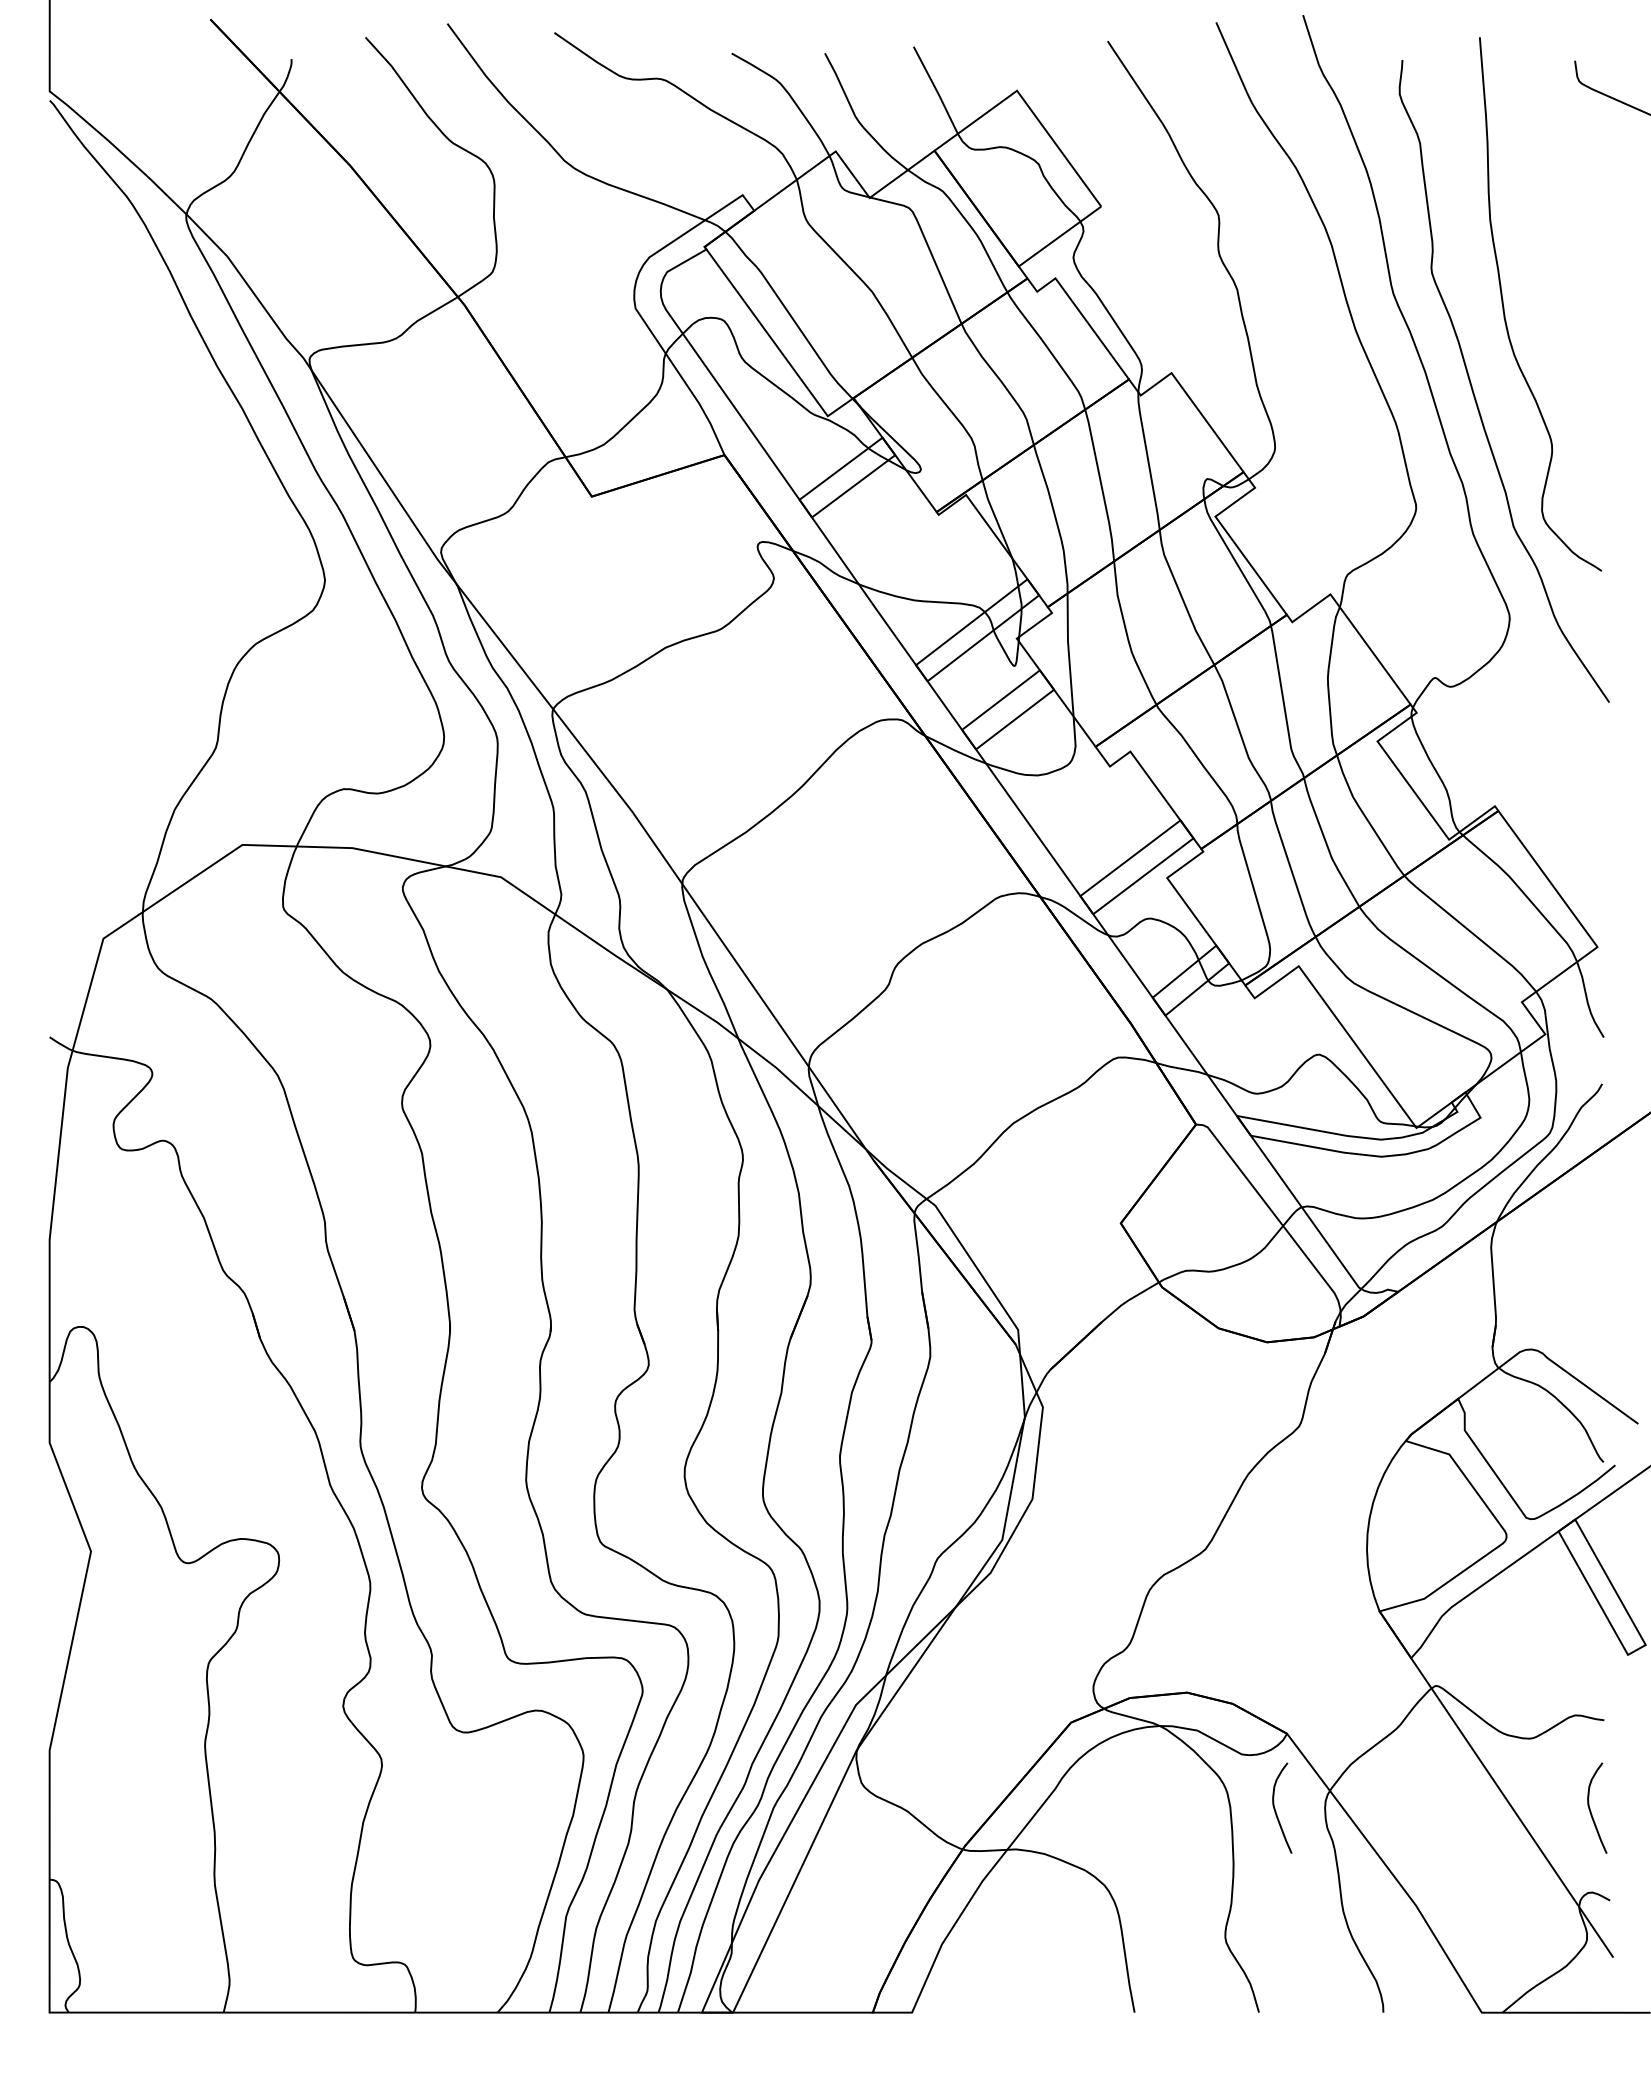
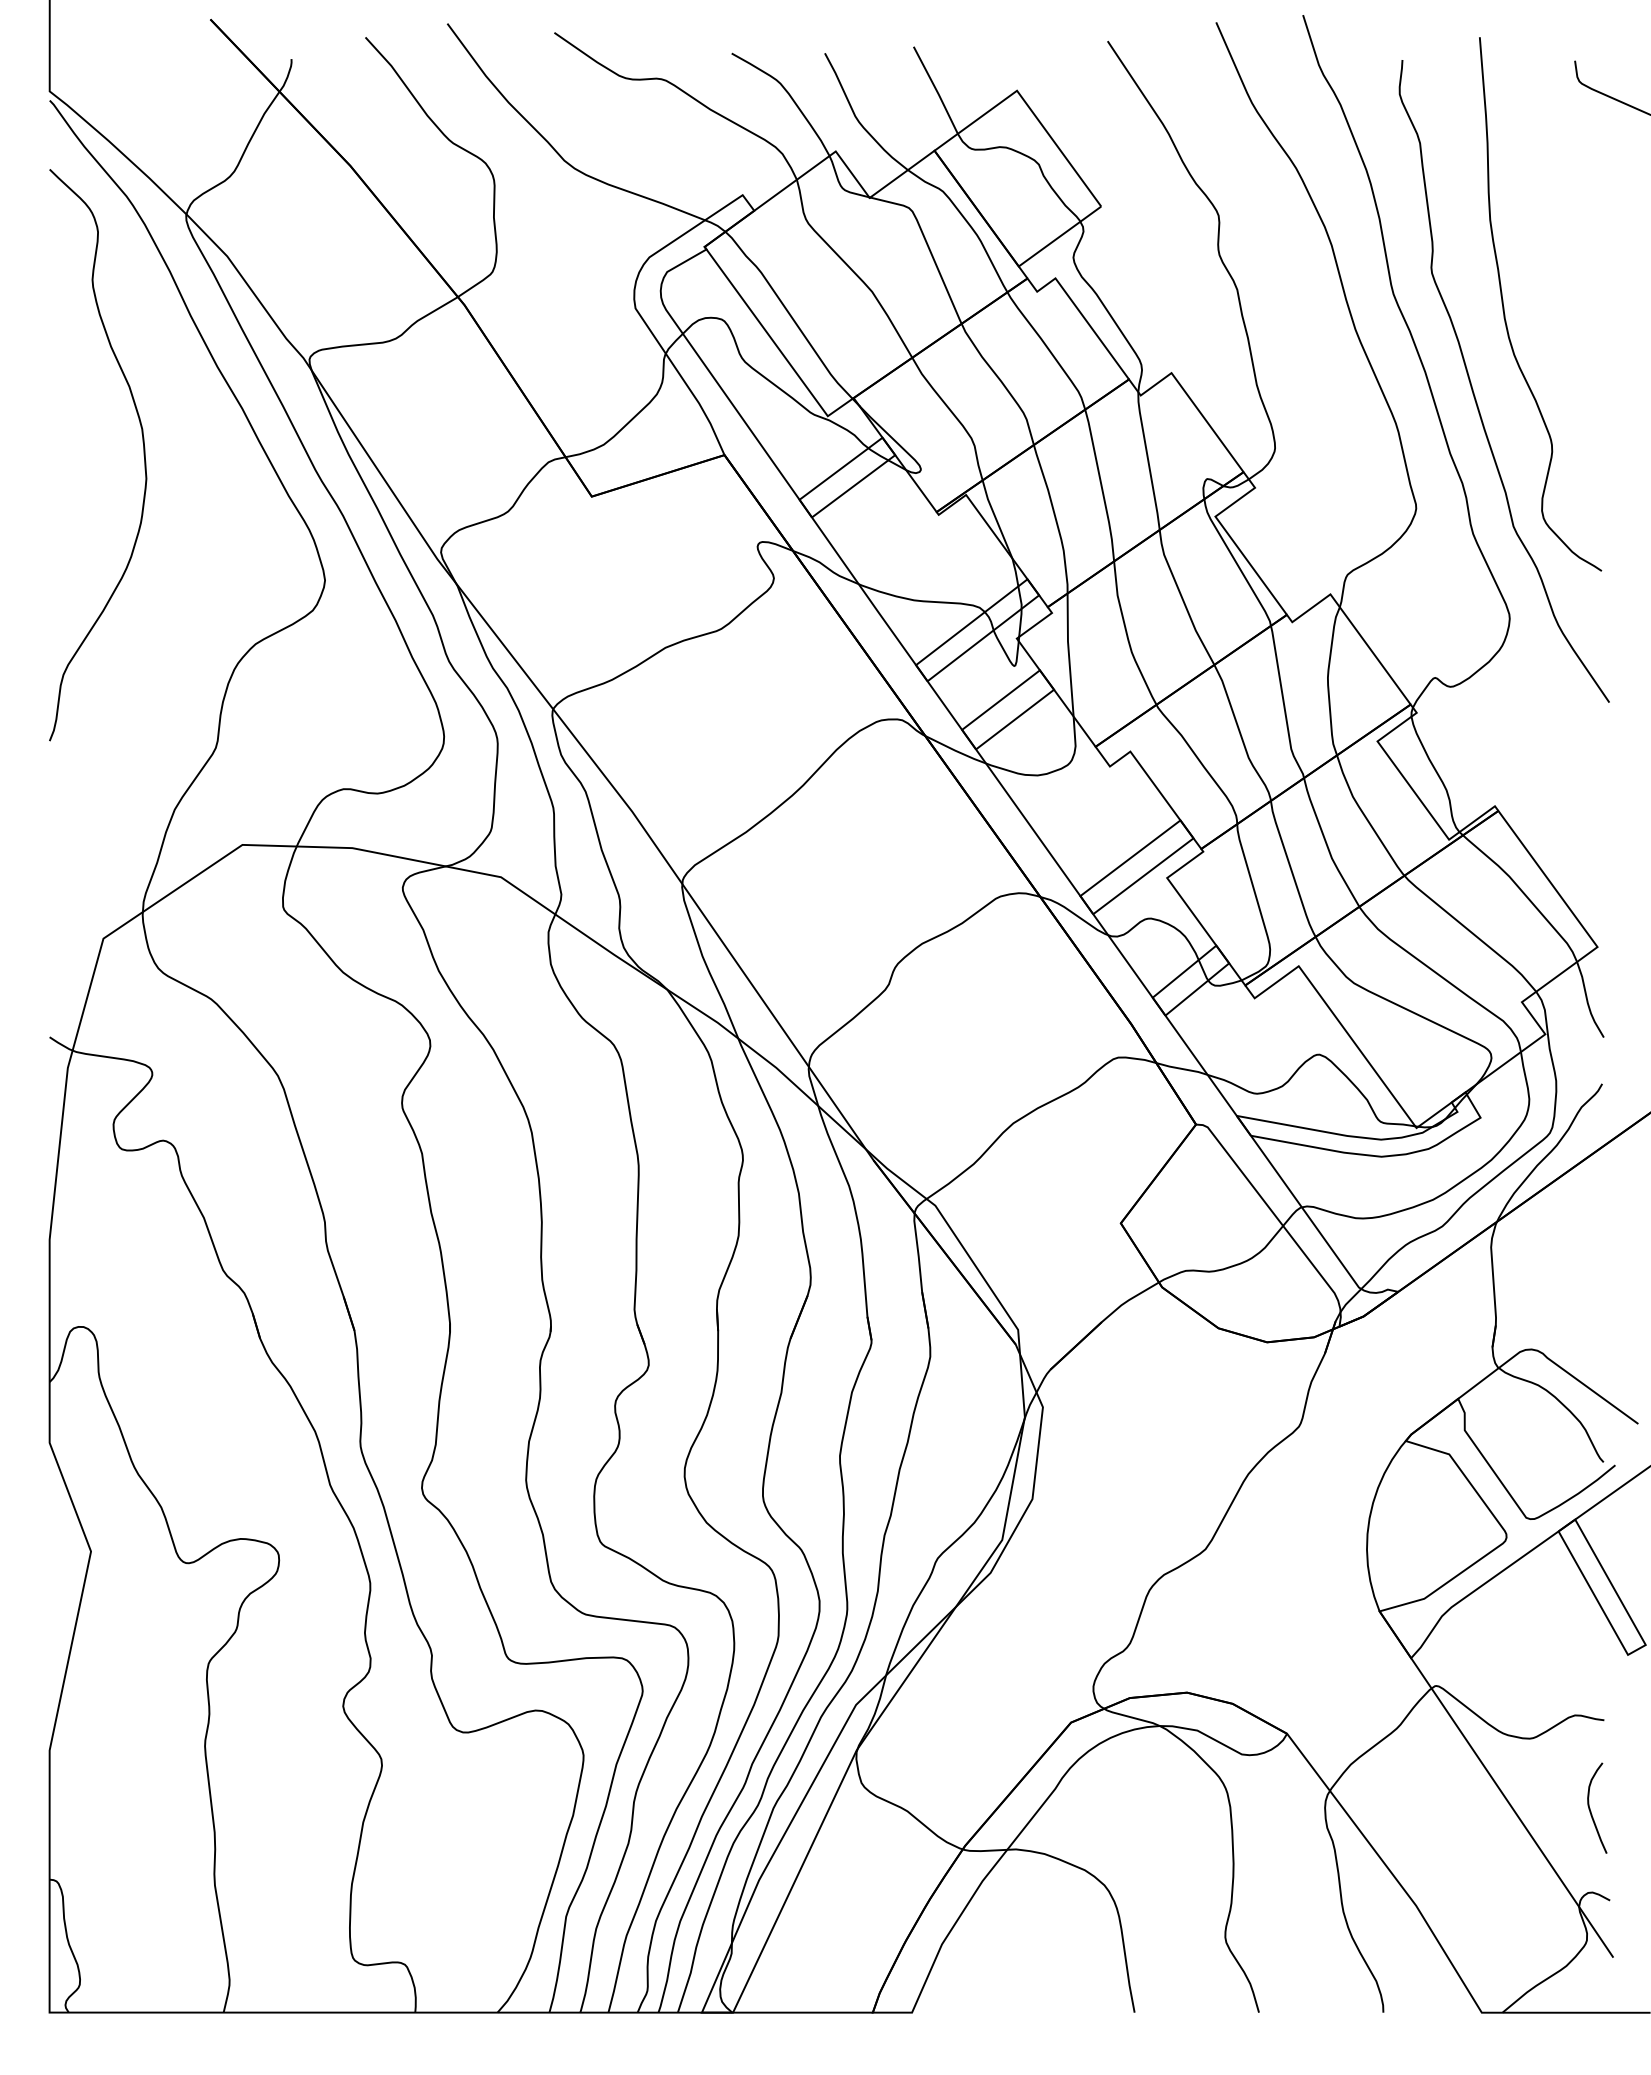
curve at (143, 455): none -> present
curve at (1275, 1808): present -> none
